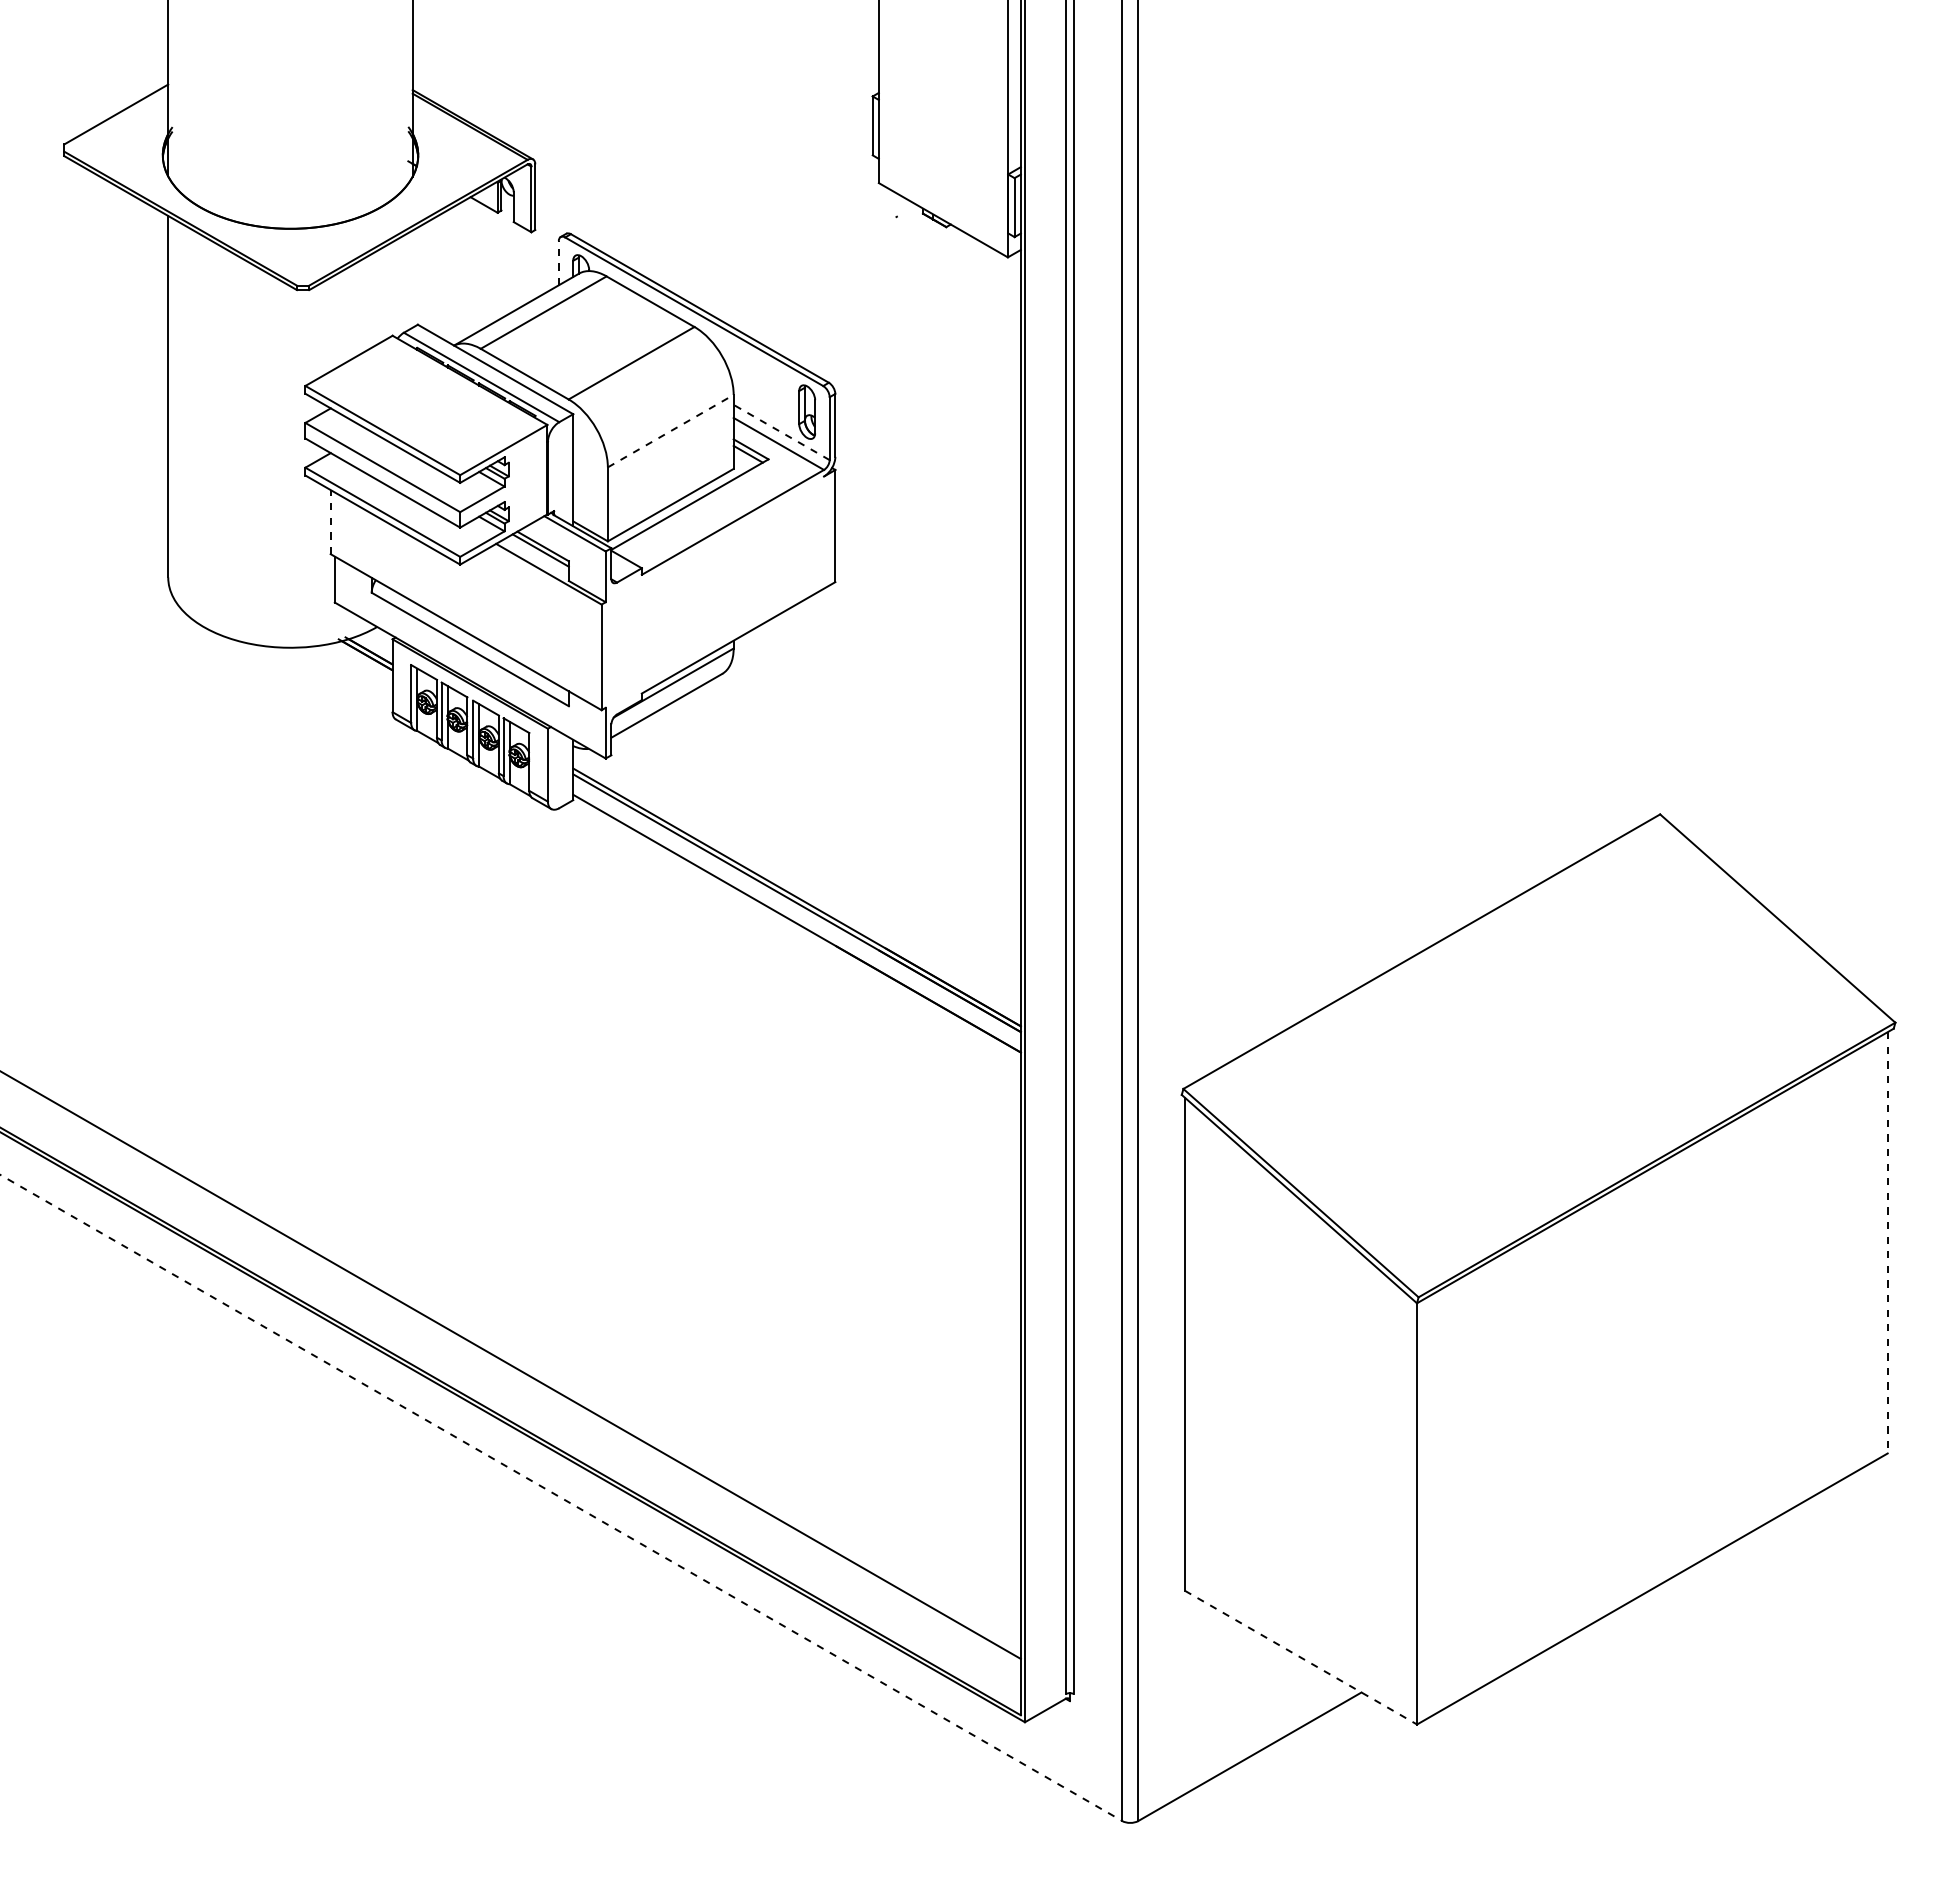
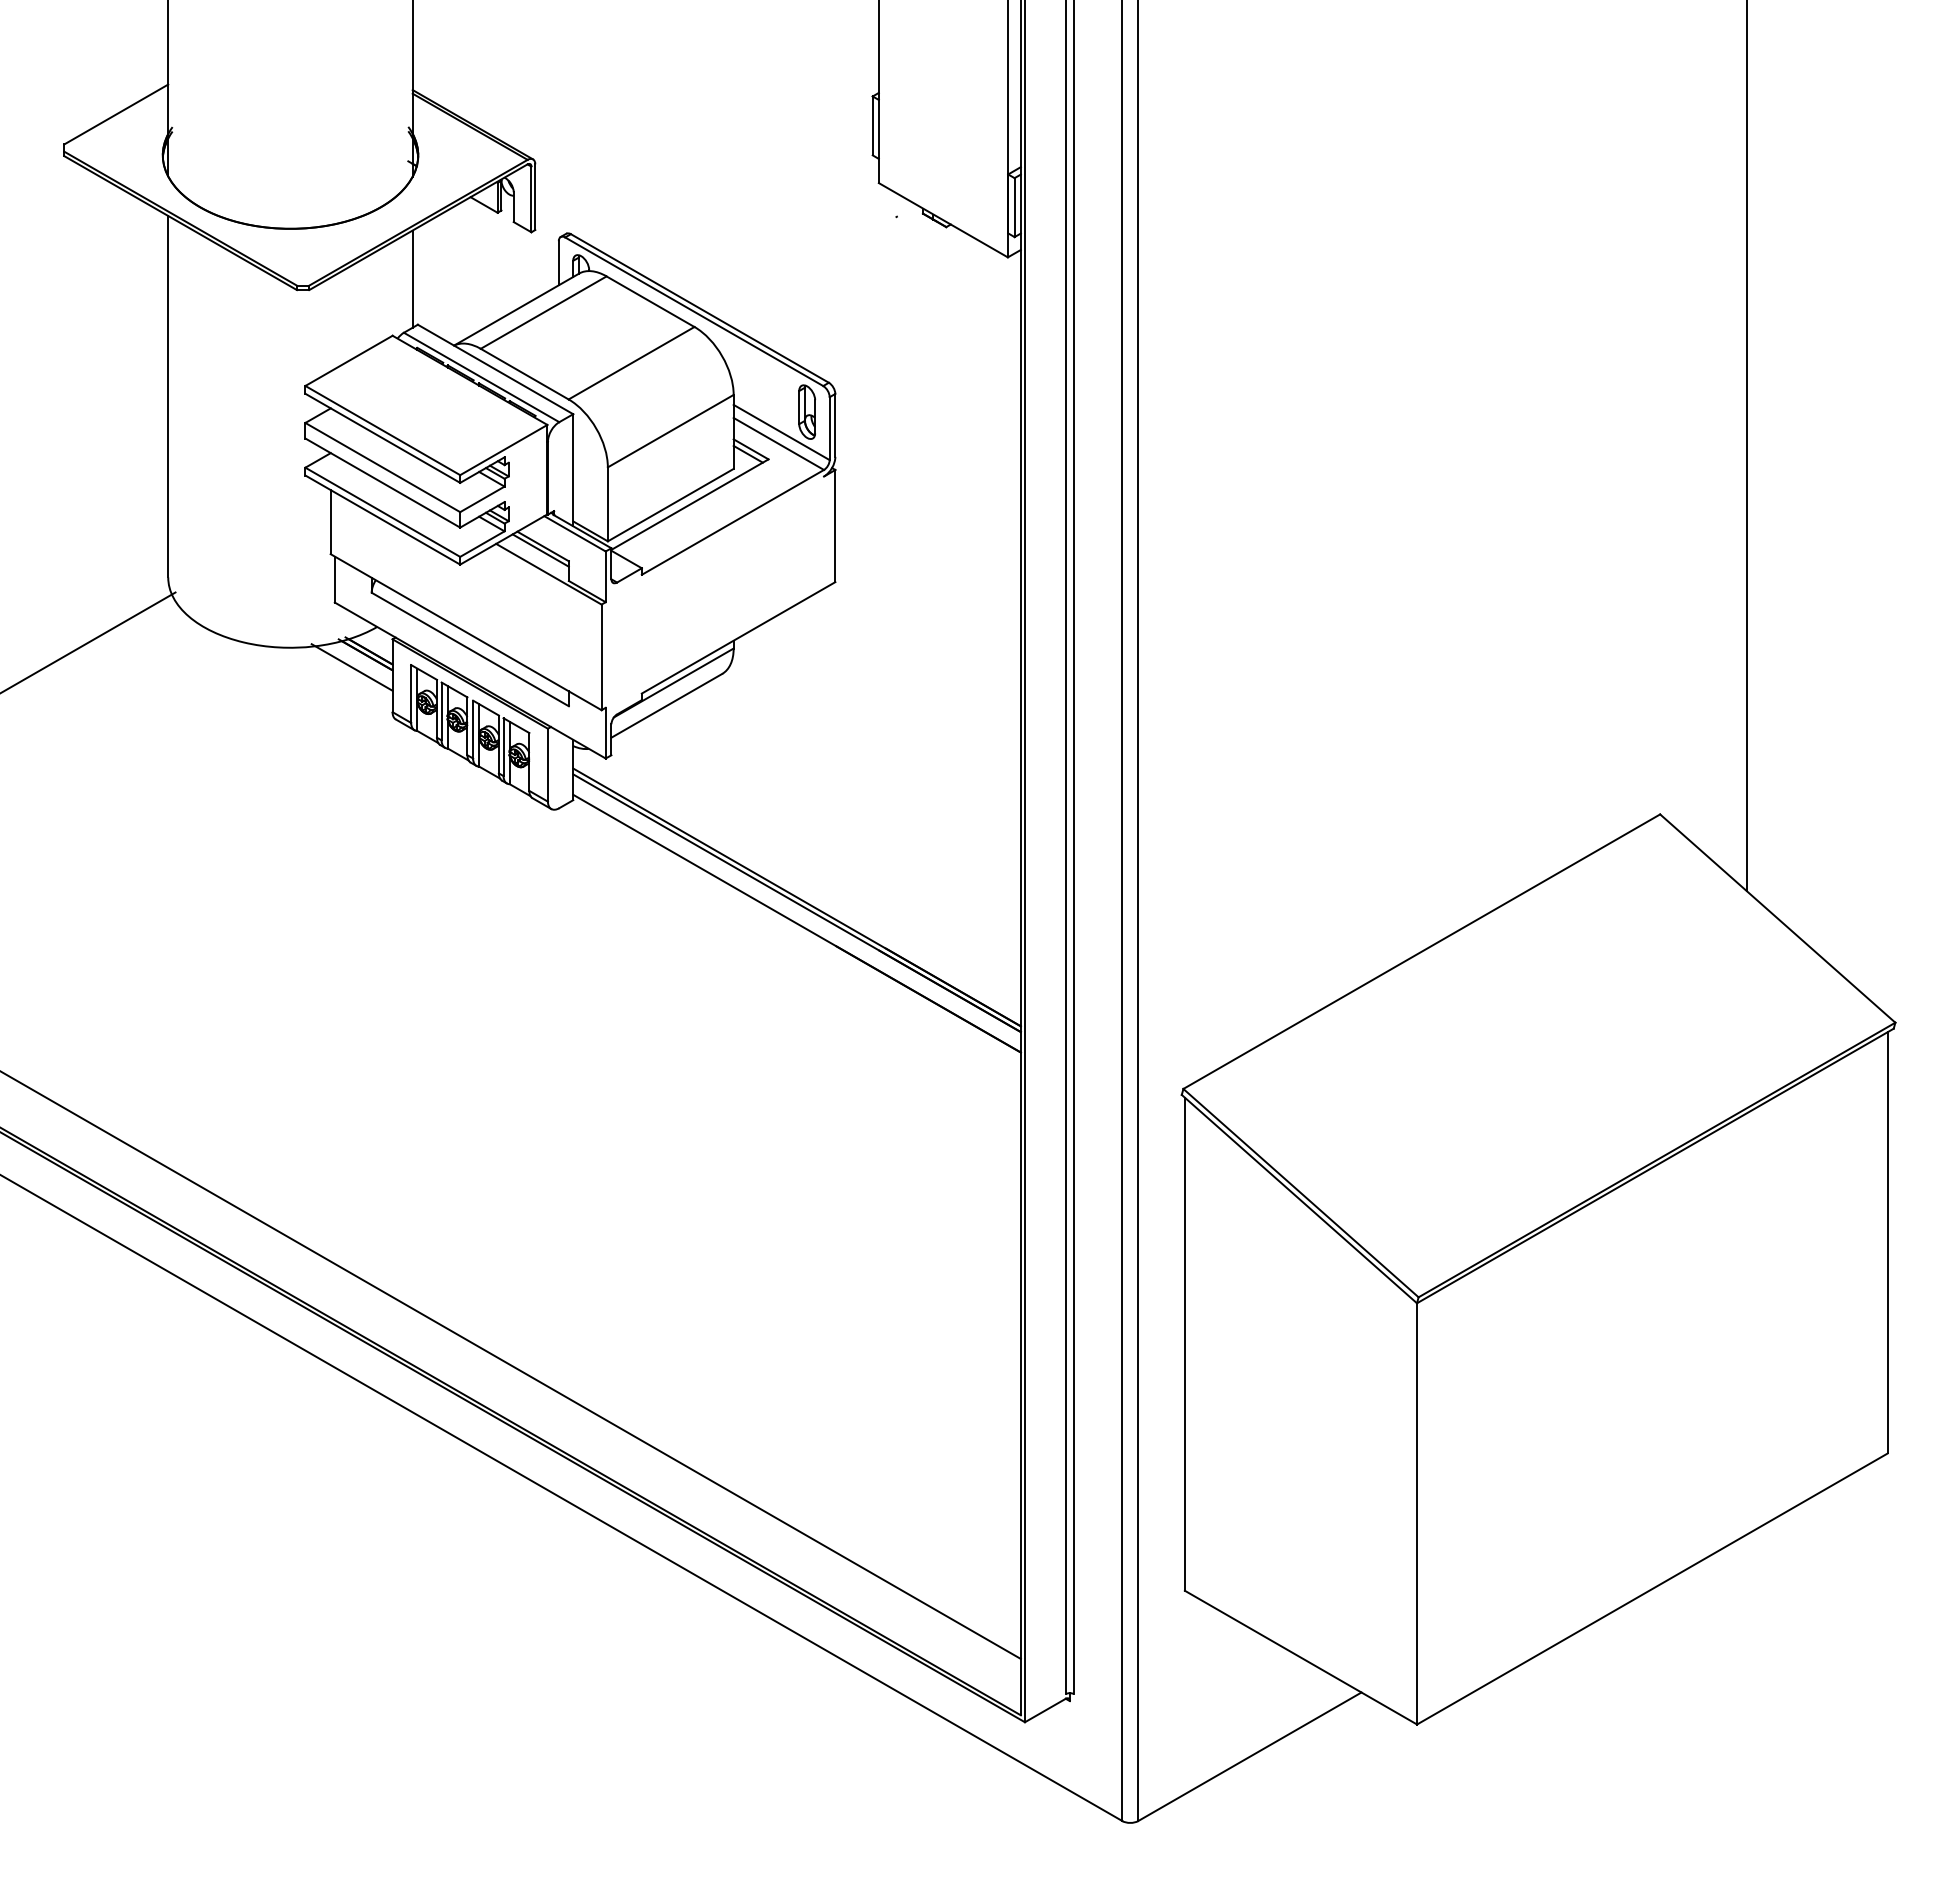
line at (558, 262): dashed -> solid
line at (412, 278): none -> present
line at (670, 431): dashed -> solid
line at (781, 432): dashed -> solid
line at (1746, 446): none -> present
line at (330, 521): dashed -> solid
line at (88, 641): none -> present
line at (351, 667): none -> present
line at (1887, 1242): dashed -> solid
line at (561, 1498): dashed -> solid
line at (1300, 1657): dashed -> solid
